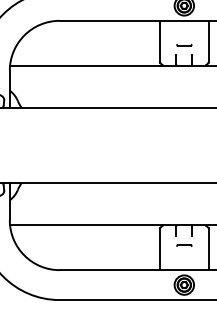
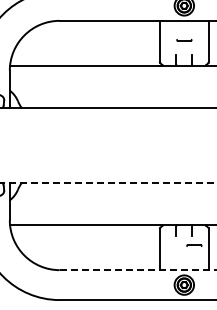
line at (184, 45) position: (184, 45) -> (184, 40)
line at (108, 183): solid -> dashed
line at (184, 245) position: (184, 245) -> (194, 245)
line at (138, 270): solid -> dashed
